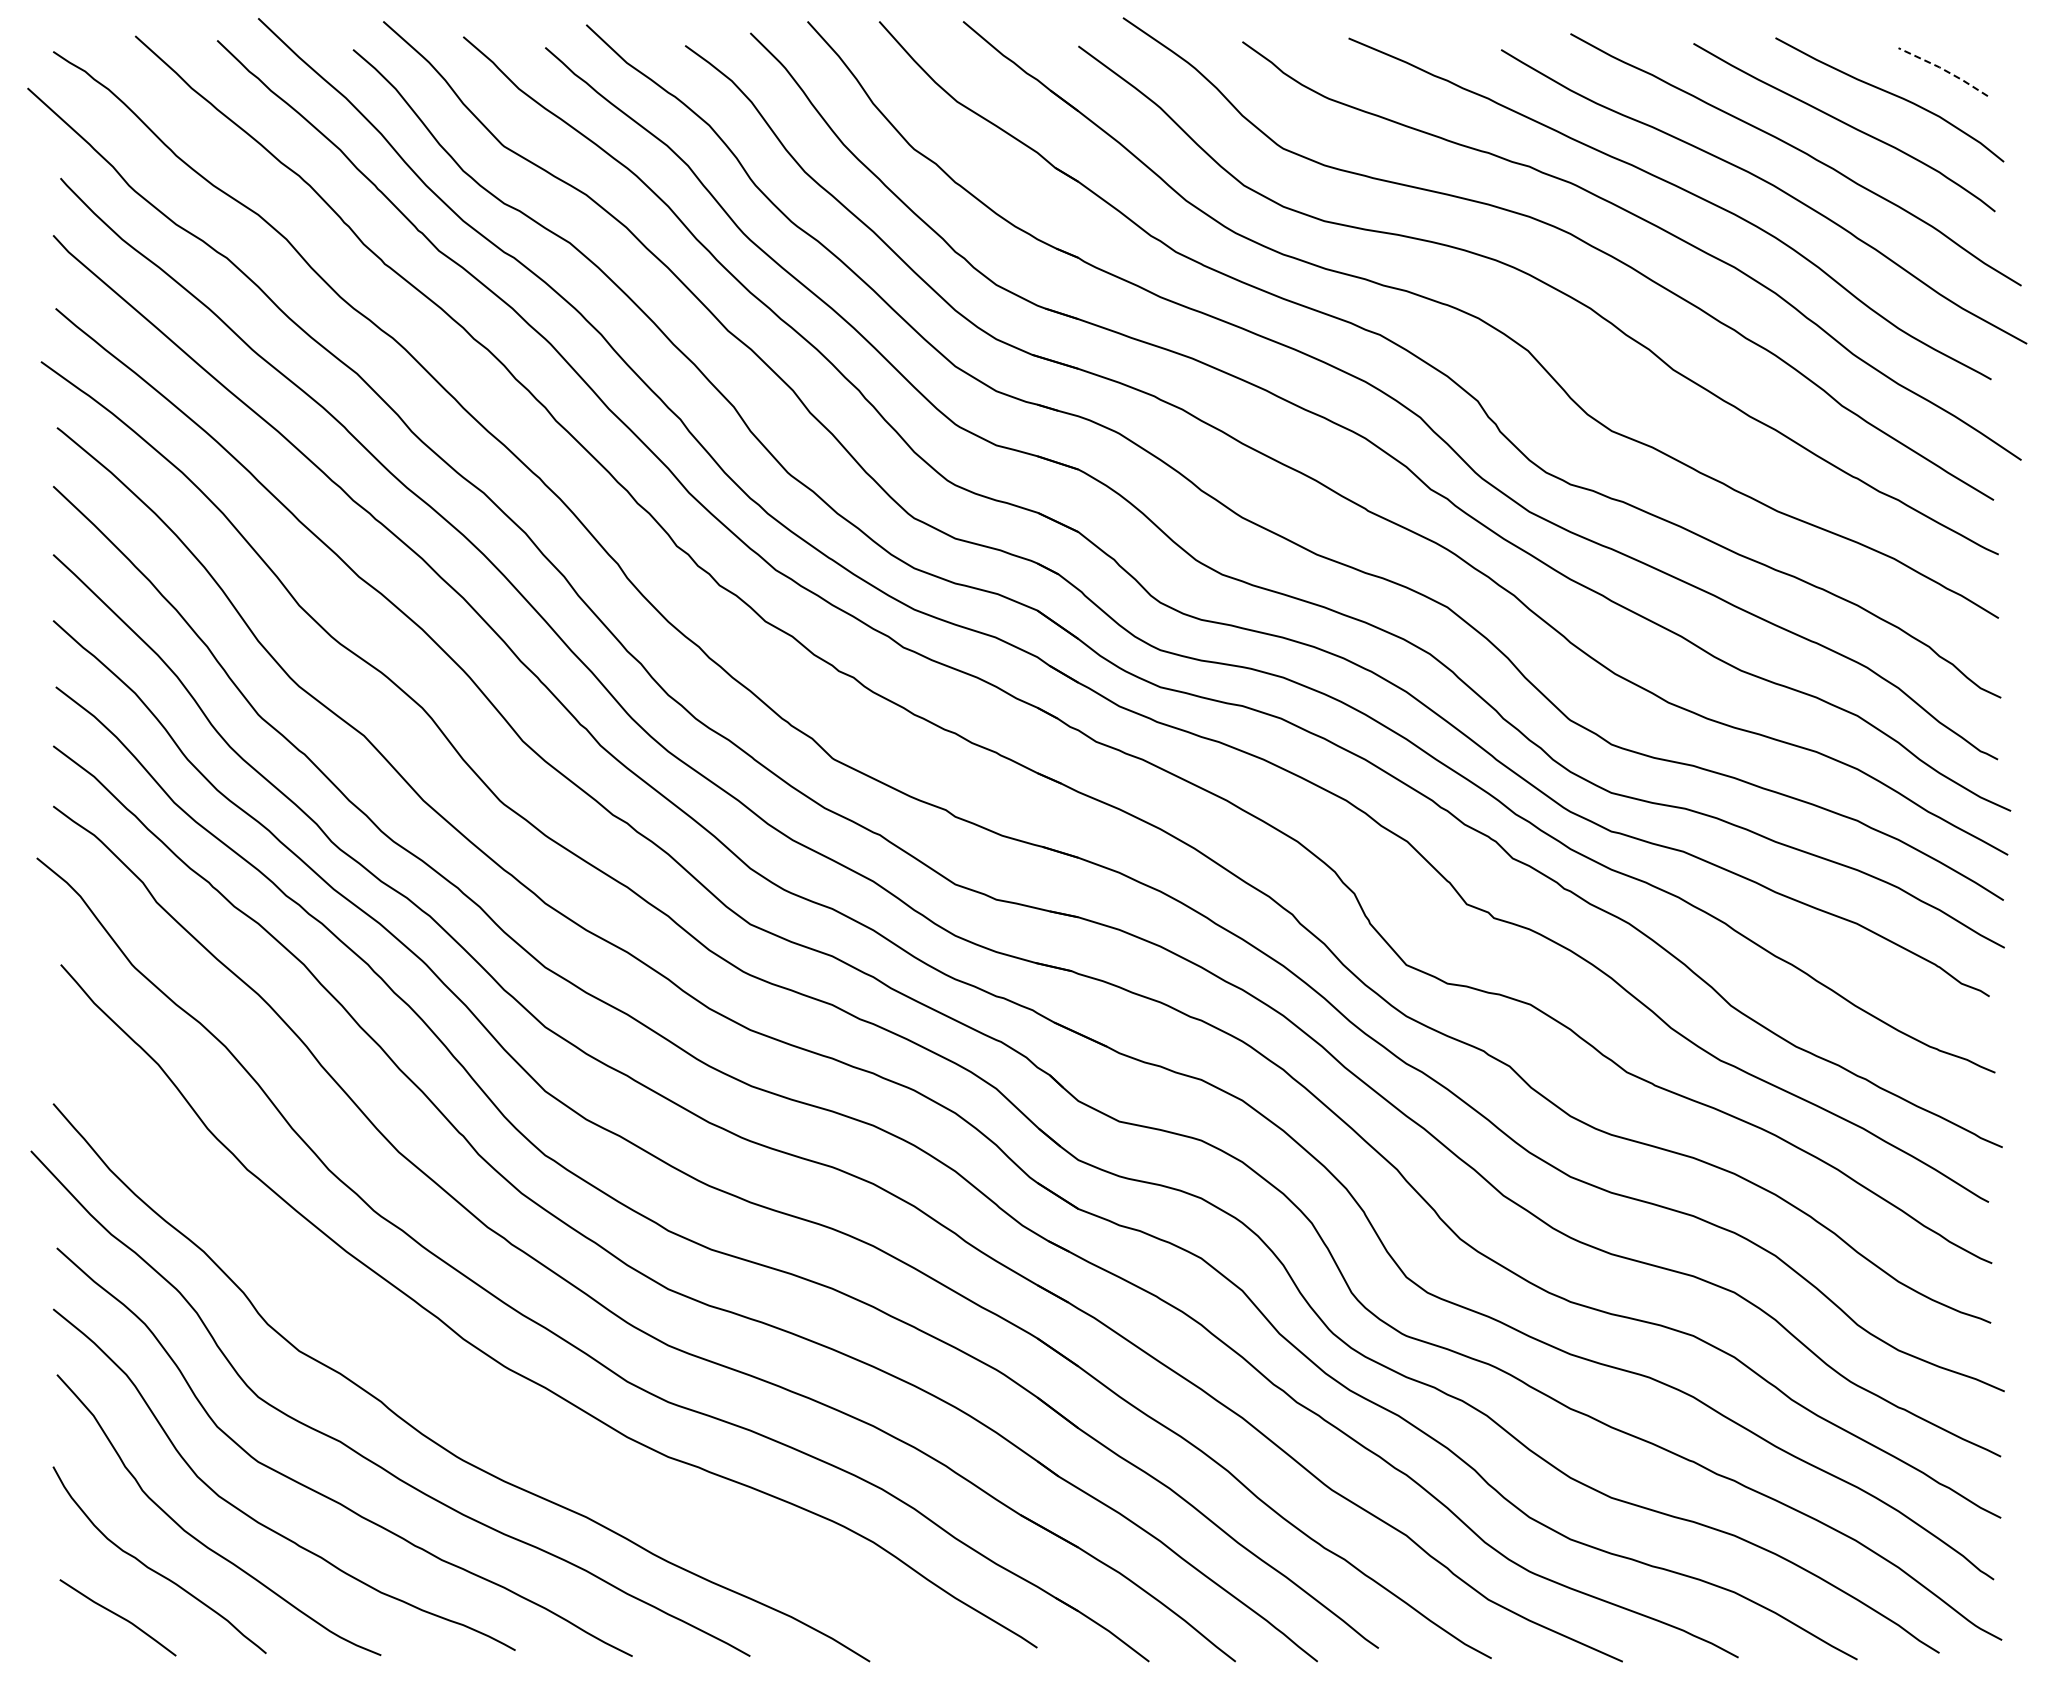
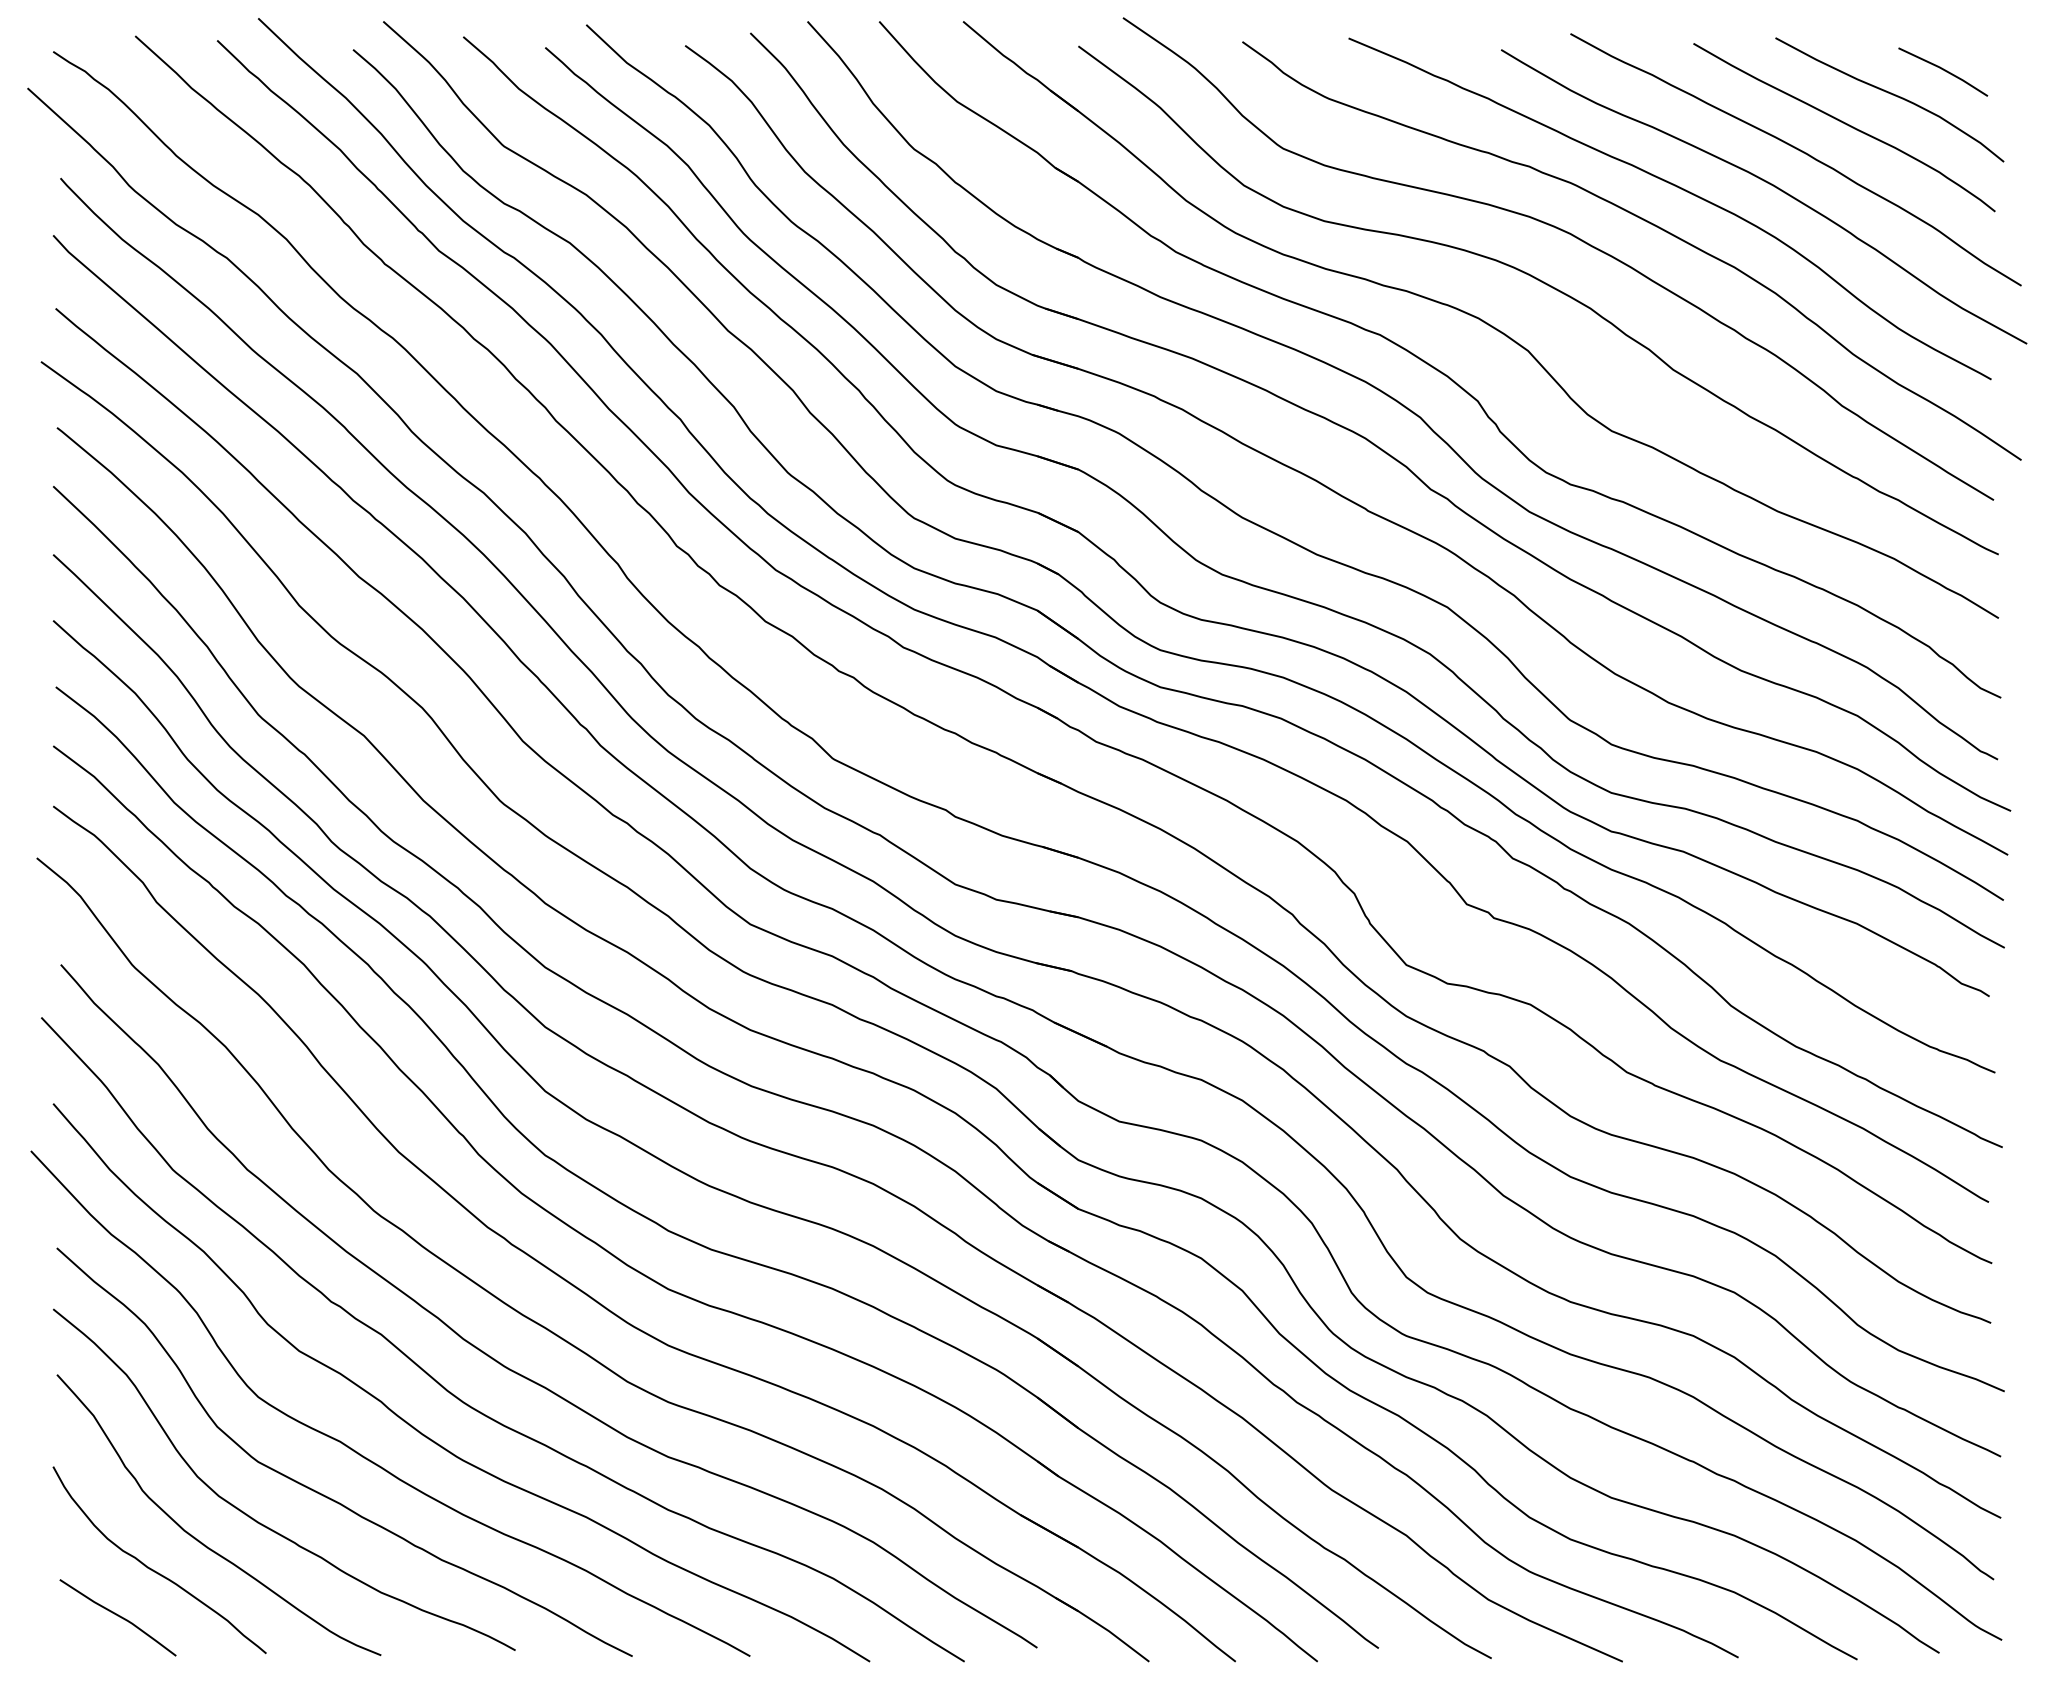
line at (1943, 69): dashed -> solid
curve at (457, 1396): none -> present
